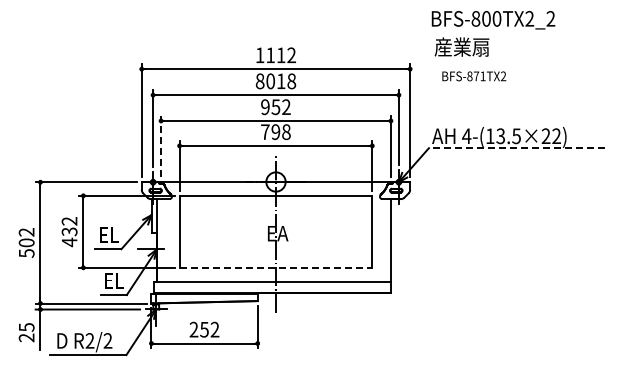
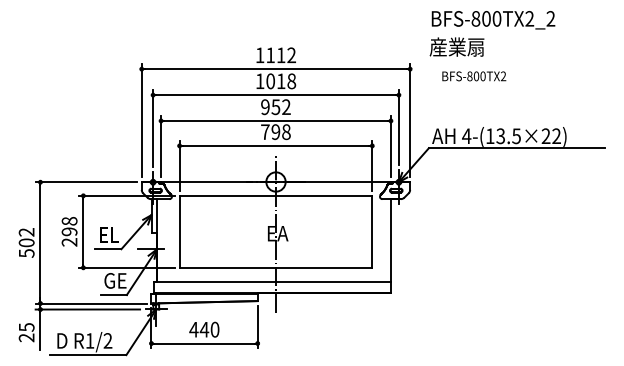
text at (461, 46) position: (461, 46) -> (456, 46)
text at (479, 76): BFS-871TX2 -> BFS-800TX2
text at (259, 81): 8018 -> 1018
line at (161, 146): dashed -> solid
line at (516, 148): dashed -> solid
text at (69, 232): 432 -> 298
line at (276, 267): dashed -> solid
text at (115, 280): EL -> GE
text at (204, 329): 252 -> 440
text at (89, 340): R2/2 -> R1/2
